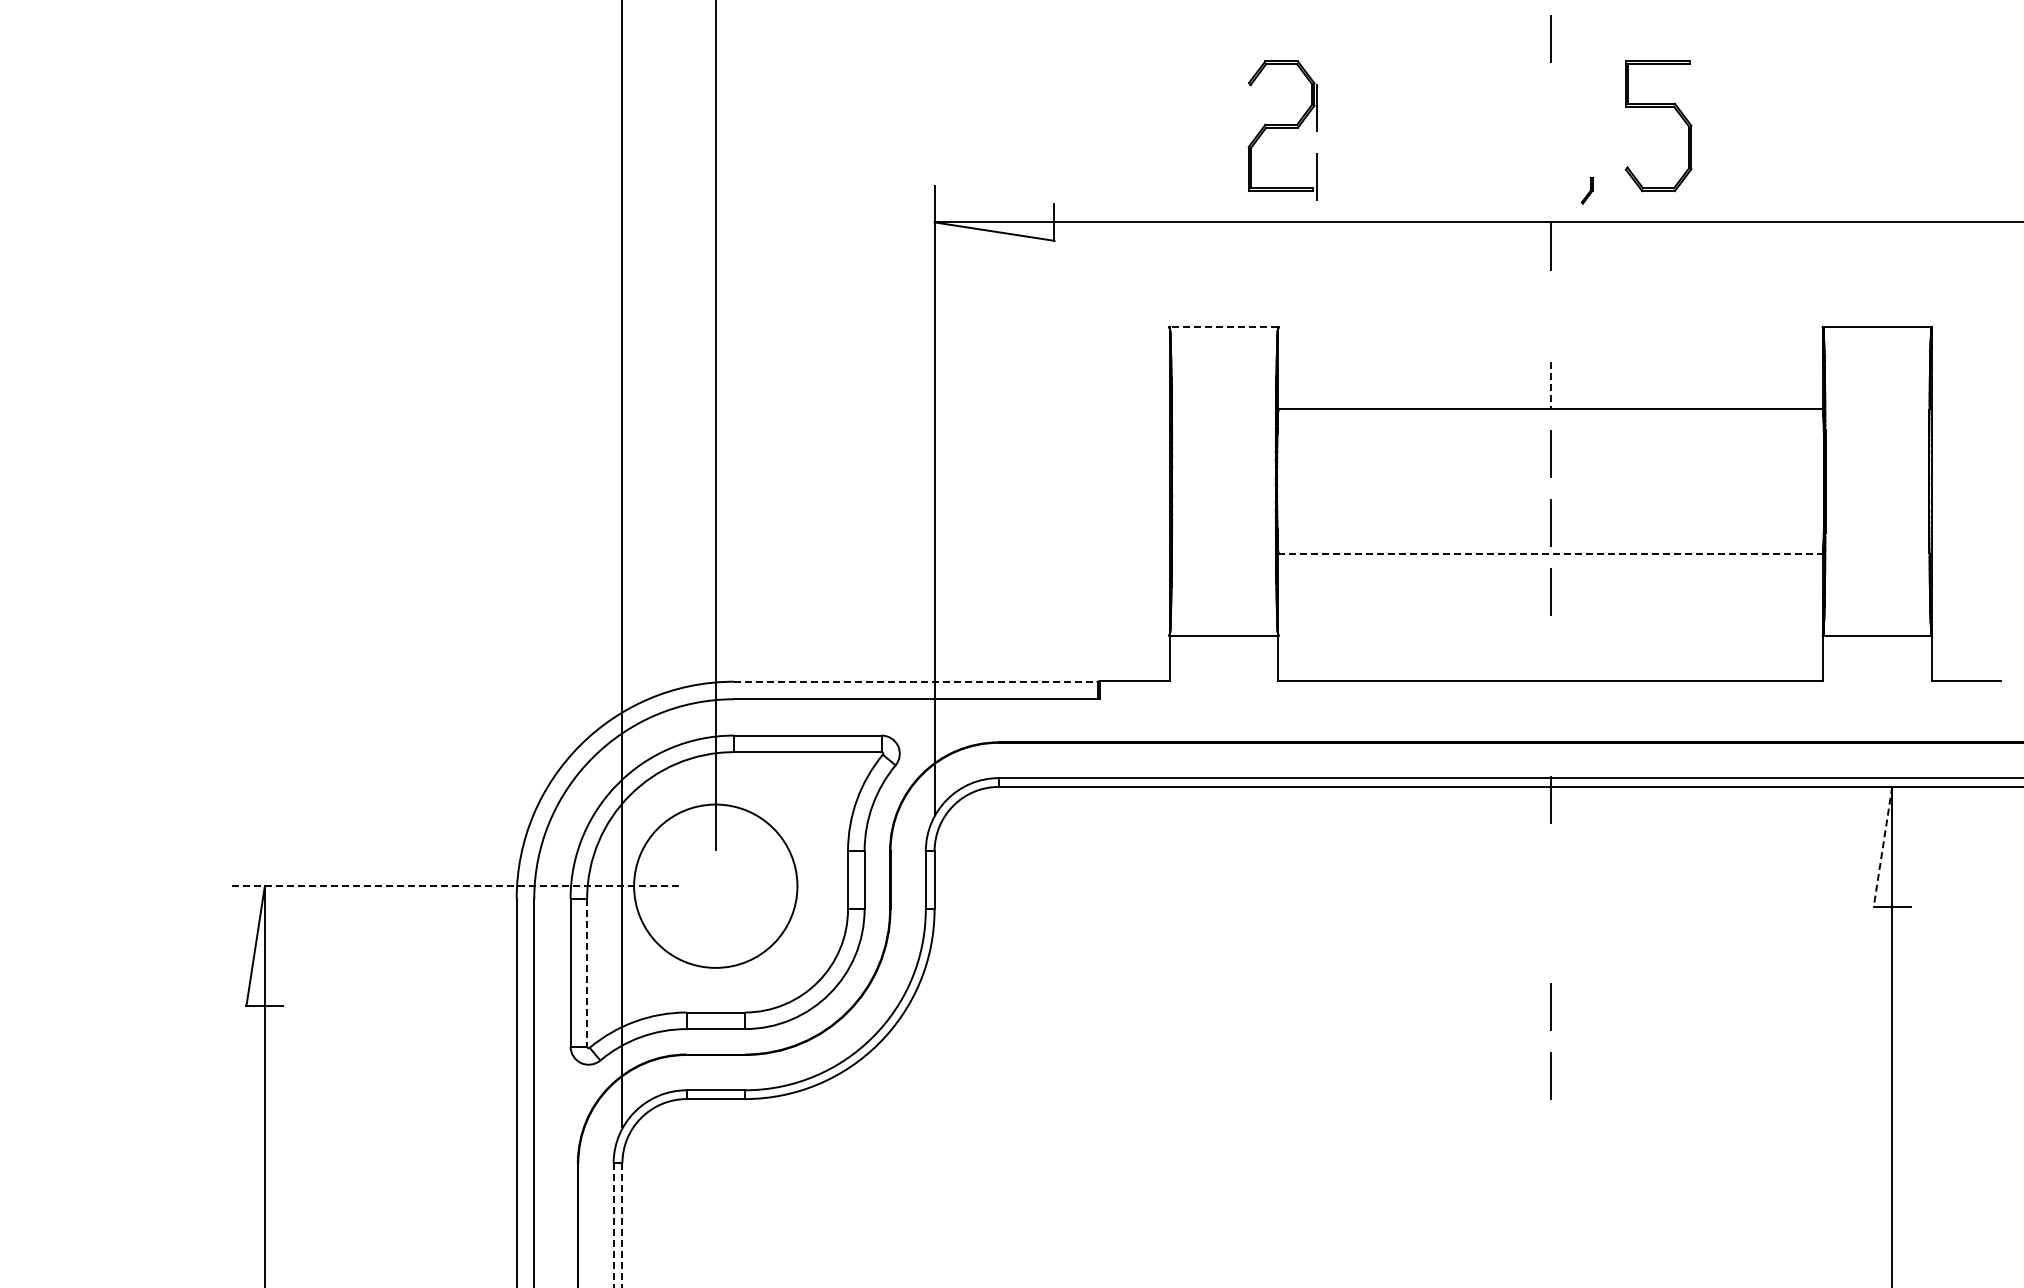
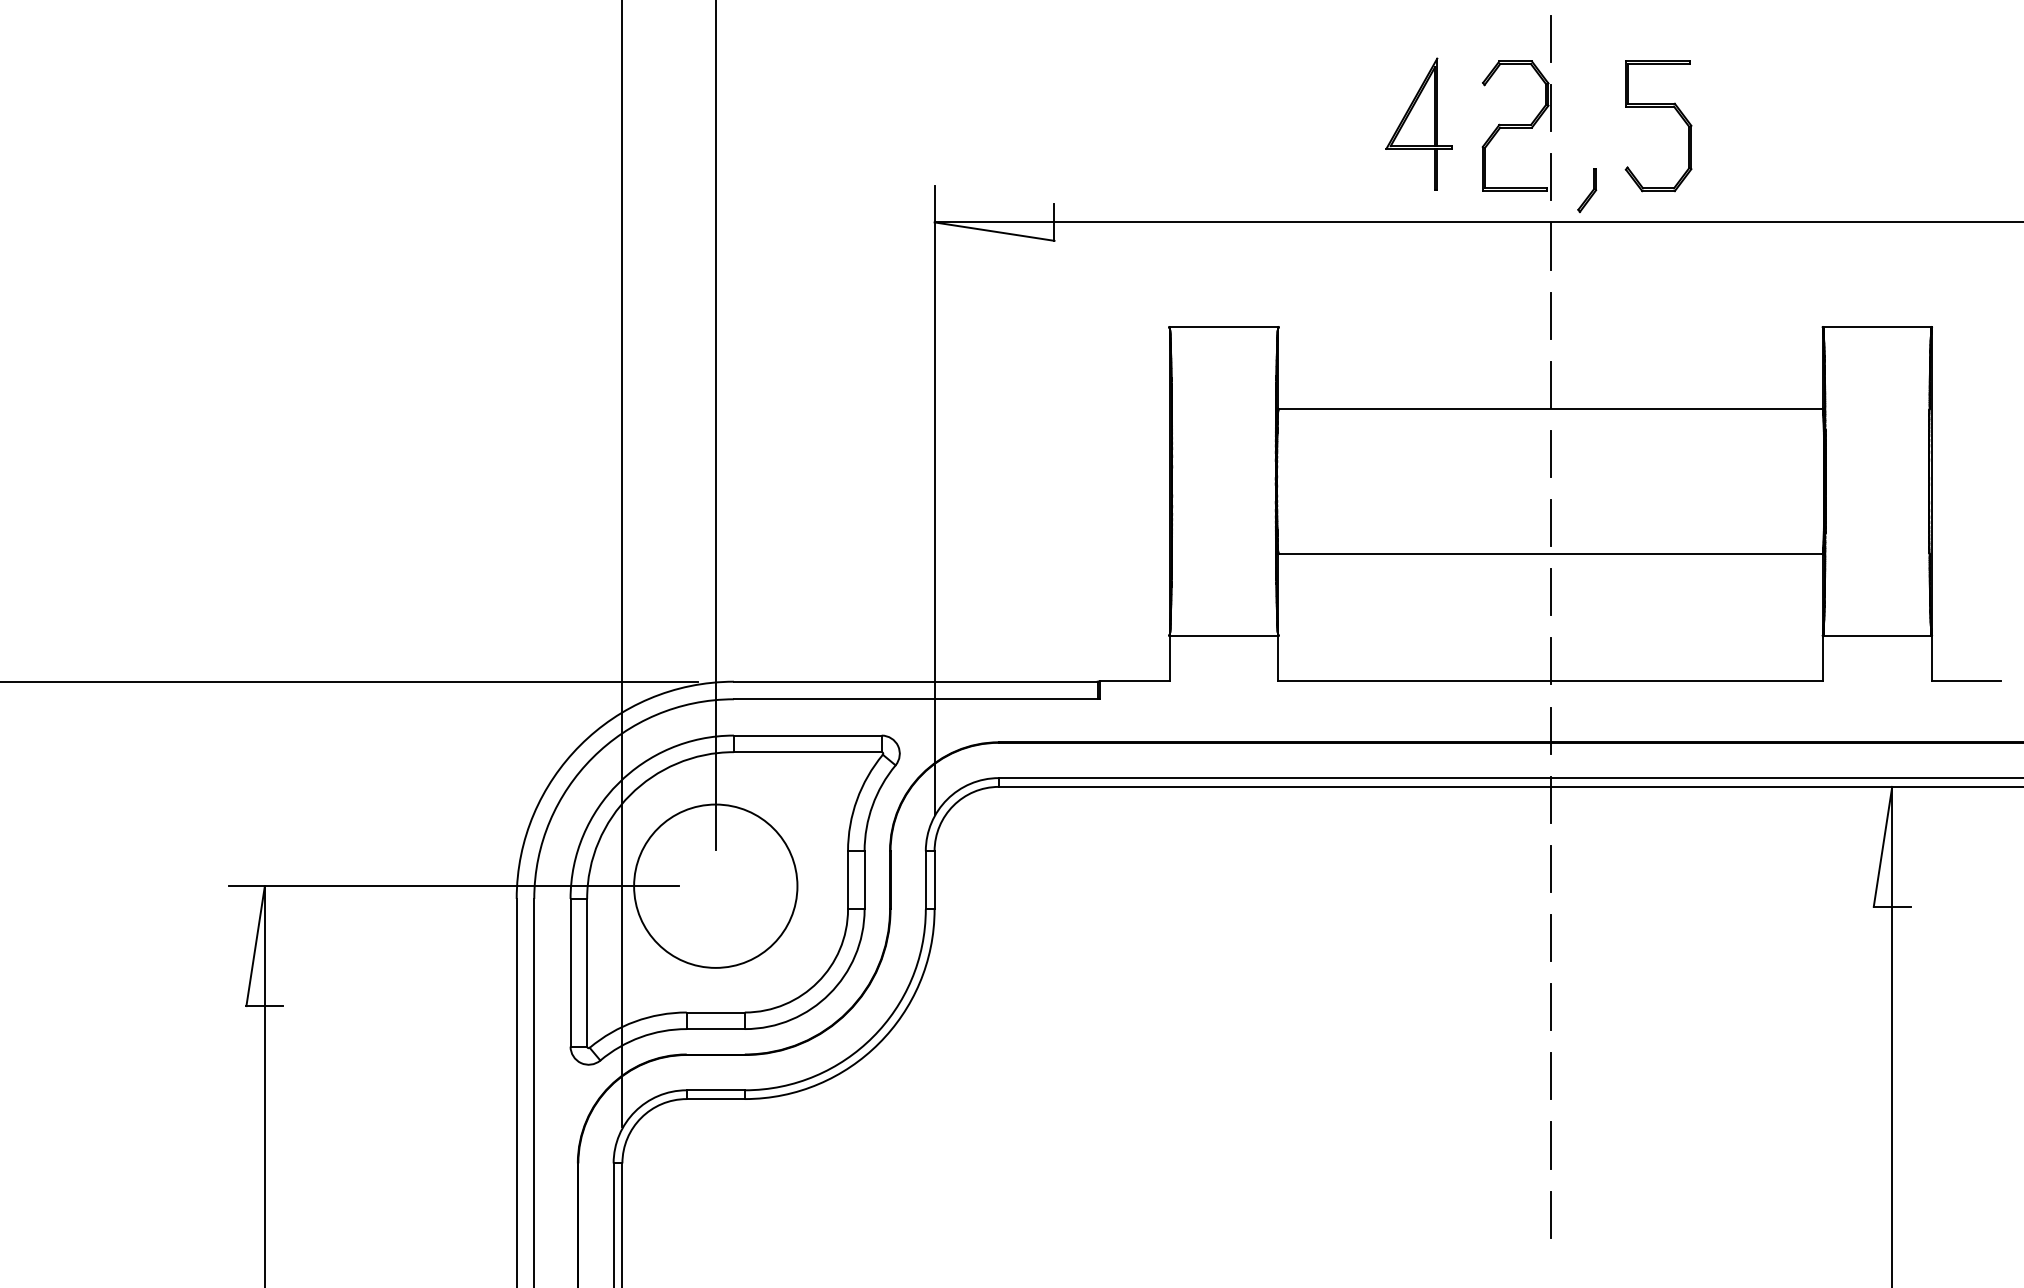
part at (1418, 123): none -> present
part at (1282, 130) position: (1282, 130) -> (1516, 130)
part at (1586, 190) size: 14x28 px -> 21x46 px
line at (1550, 315): none -> present
line at (1223, 327): dashed -> solid
line at (1550, 385): dashed -> solid
line at (1551, 554): dashed -> solid
line at (1550, 661): none -> present
line at (349, 681): none -> present
line at (915, 681): dashed -> solid
line at (1550, 730): none -> present
line at (1883, 846): dashed -> solid
line at (1550, 868): none -> present
line at (453, 886): dashed -> solid
line at (1550, 937): none -> present
line at (587, 972): dashed -> solid
line at (1550, 1145): none -> present
line at (1550, 1214): none -> present
line at (613, 1225): dashed -> solid
line at (622, 1225): dashed -> solid
